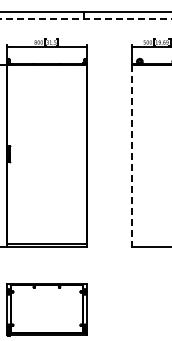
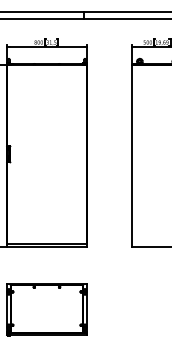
line at (86, 19): dashed -> solid
line at (132, 156): dashed -> solid
